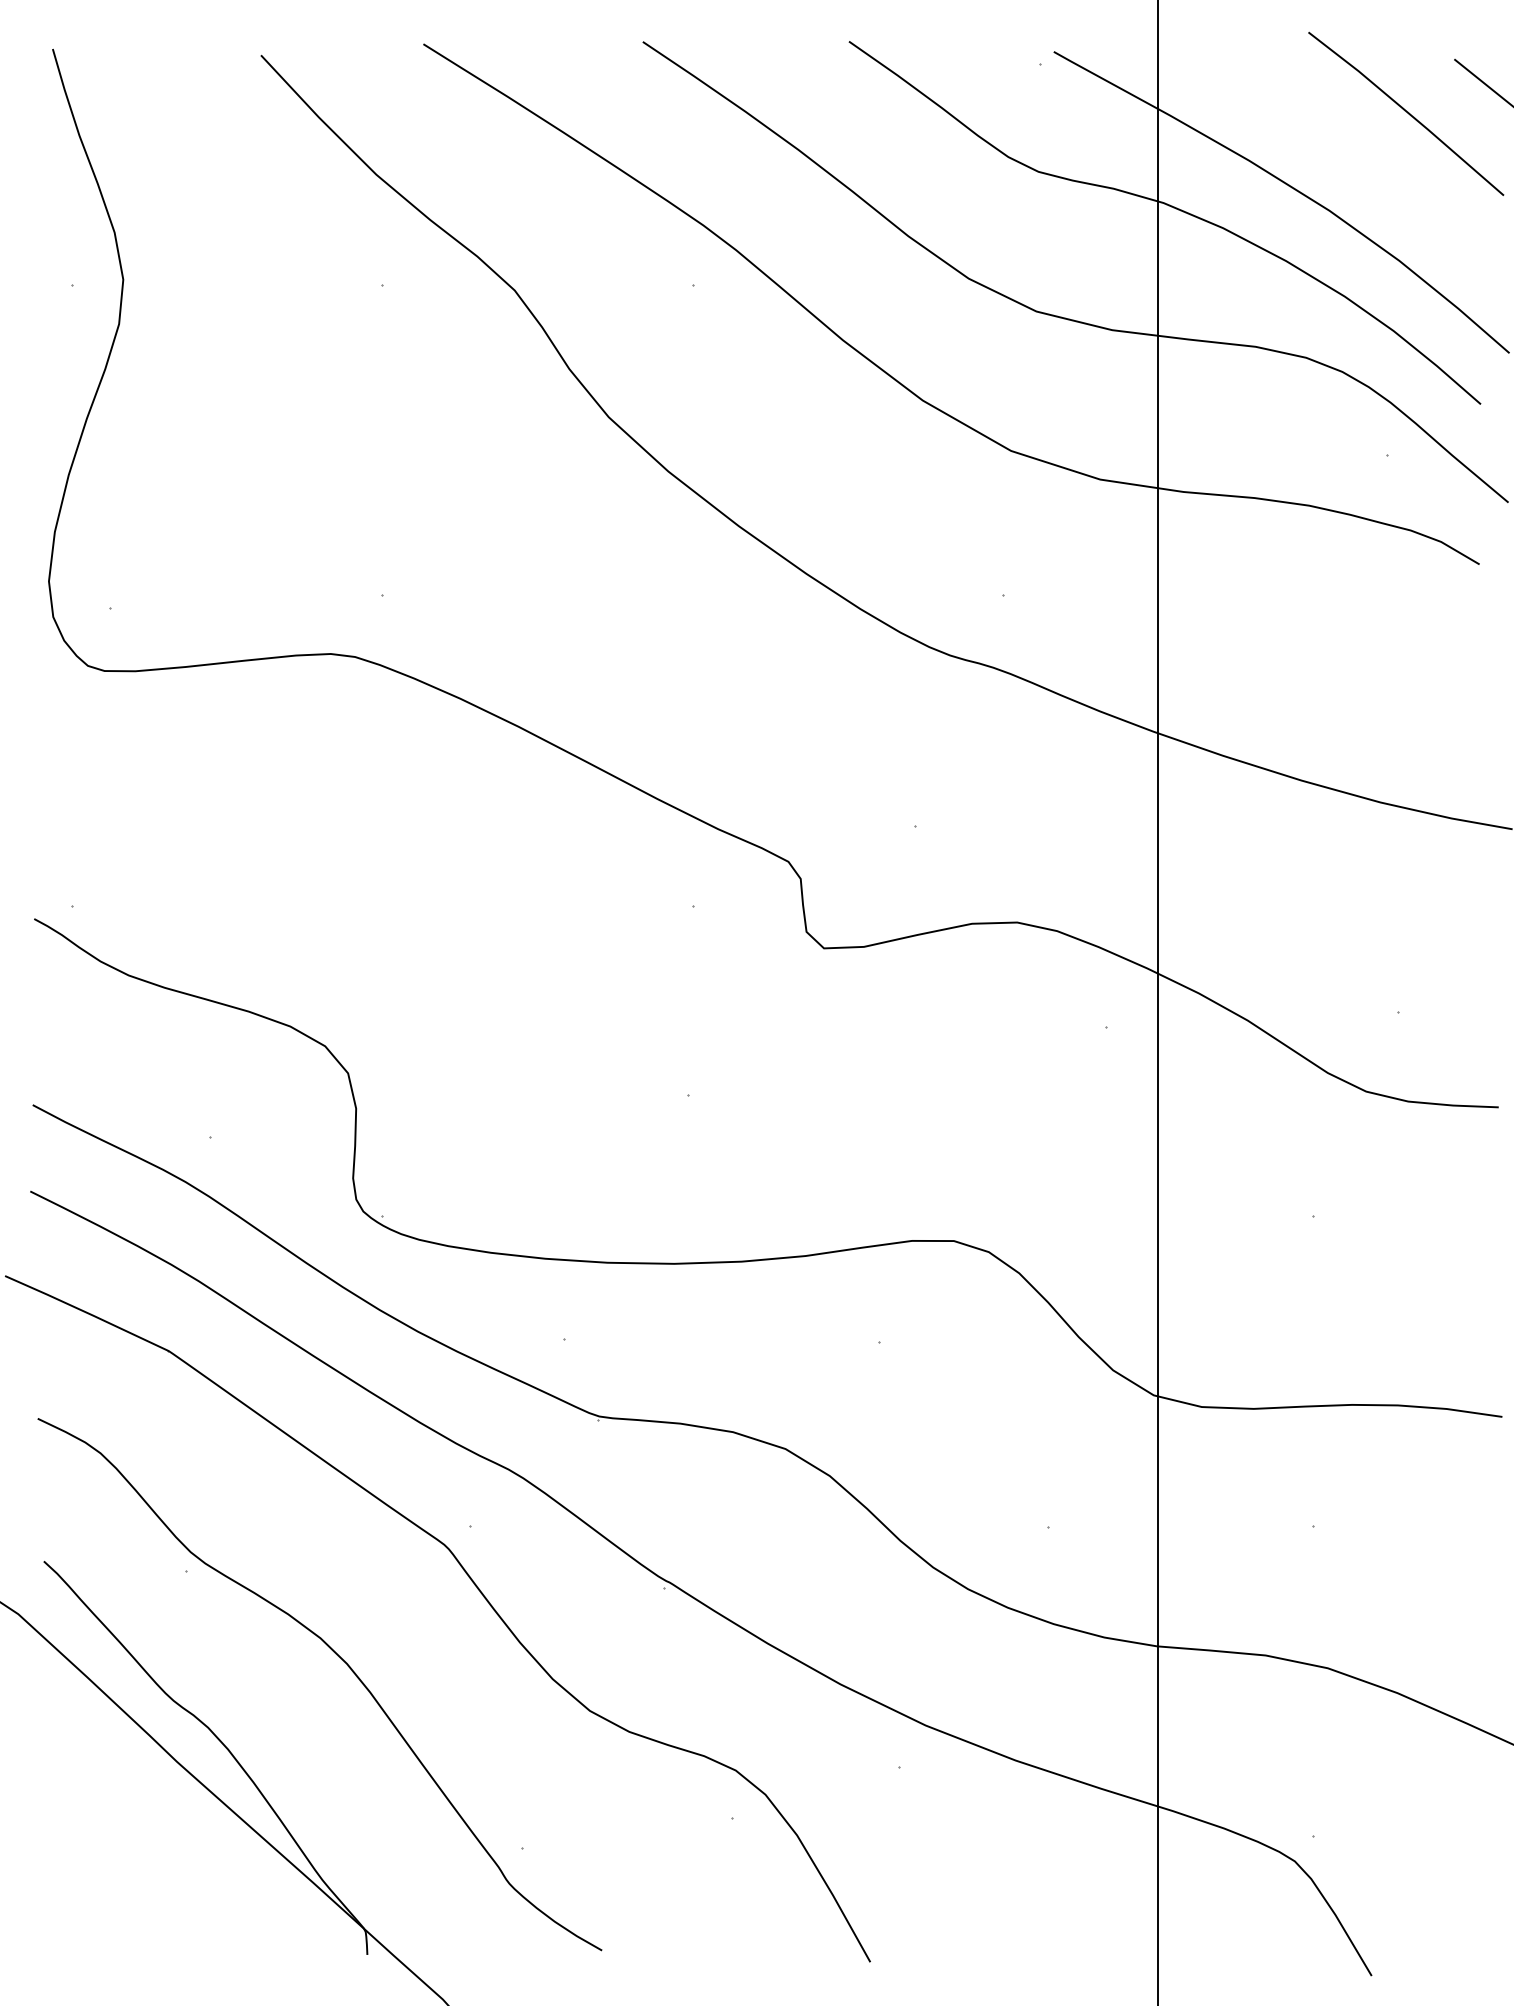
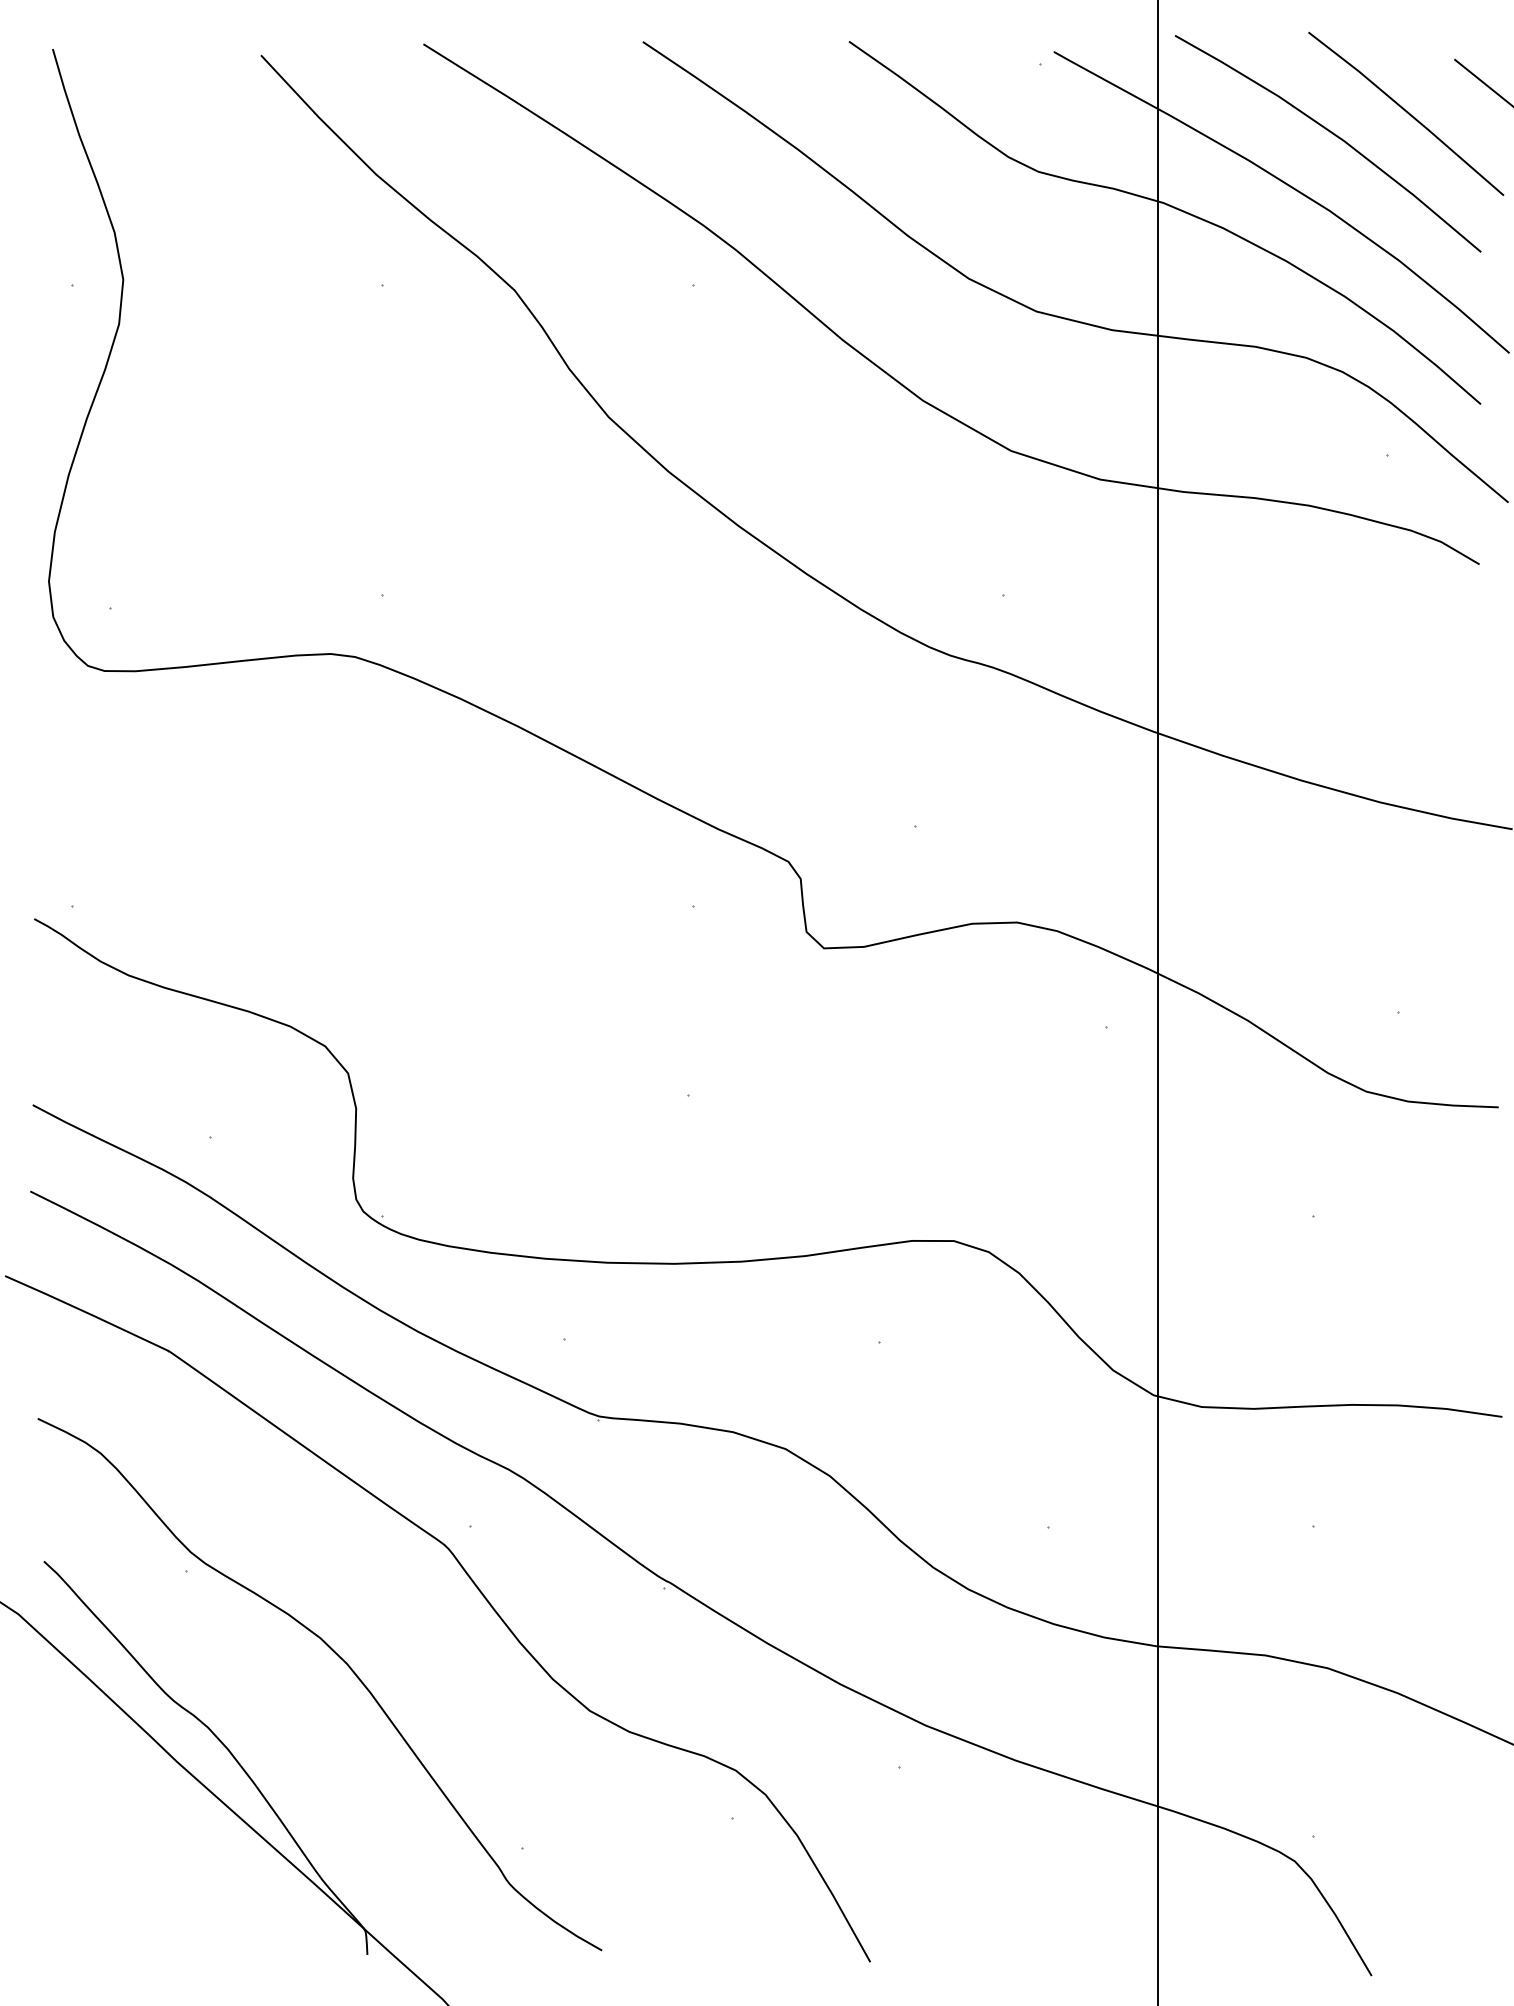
curve at (1332, 134): none -> present
